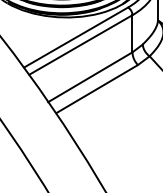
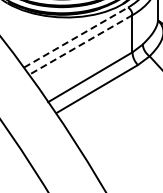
line at (76, 37): solid -> dashed
line at (80, 44): solid -> dashed
